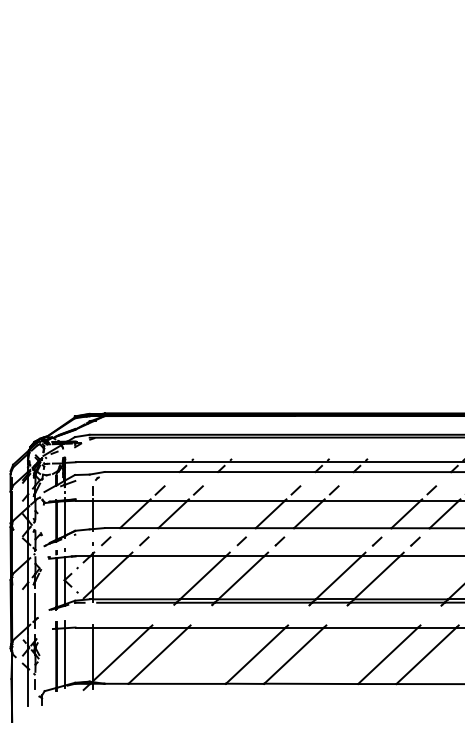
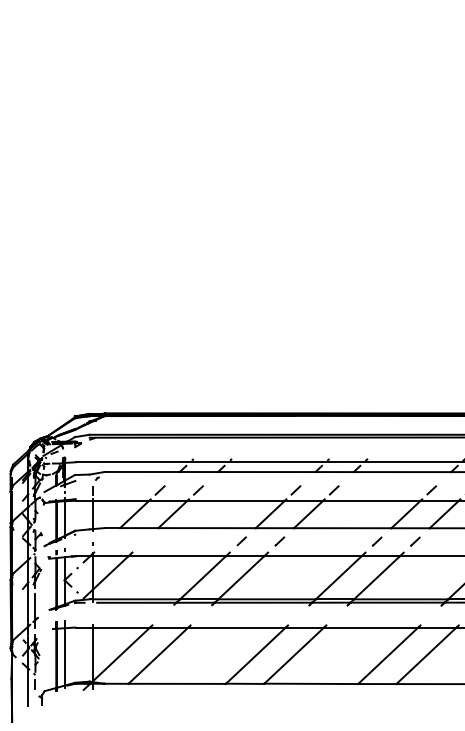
line at (106, 541): present -> none
line at (144, 541): present -> none
